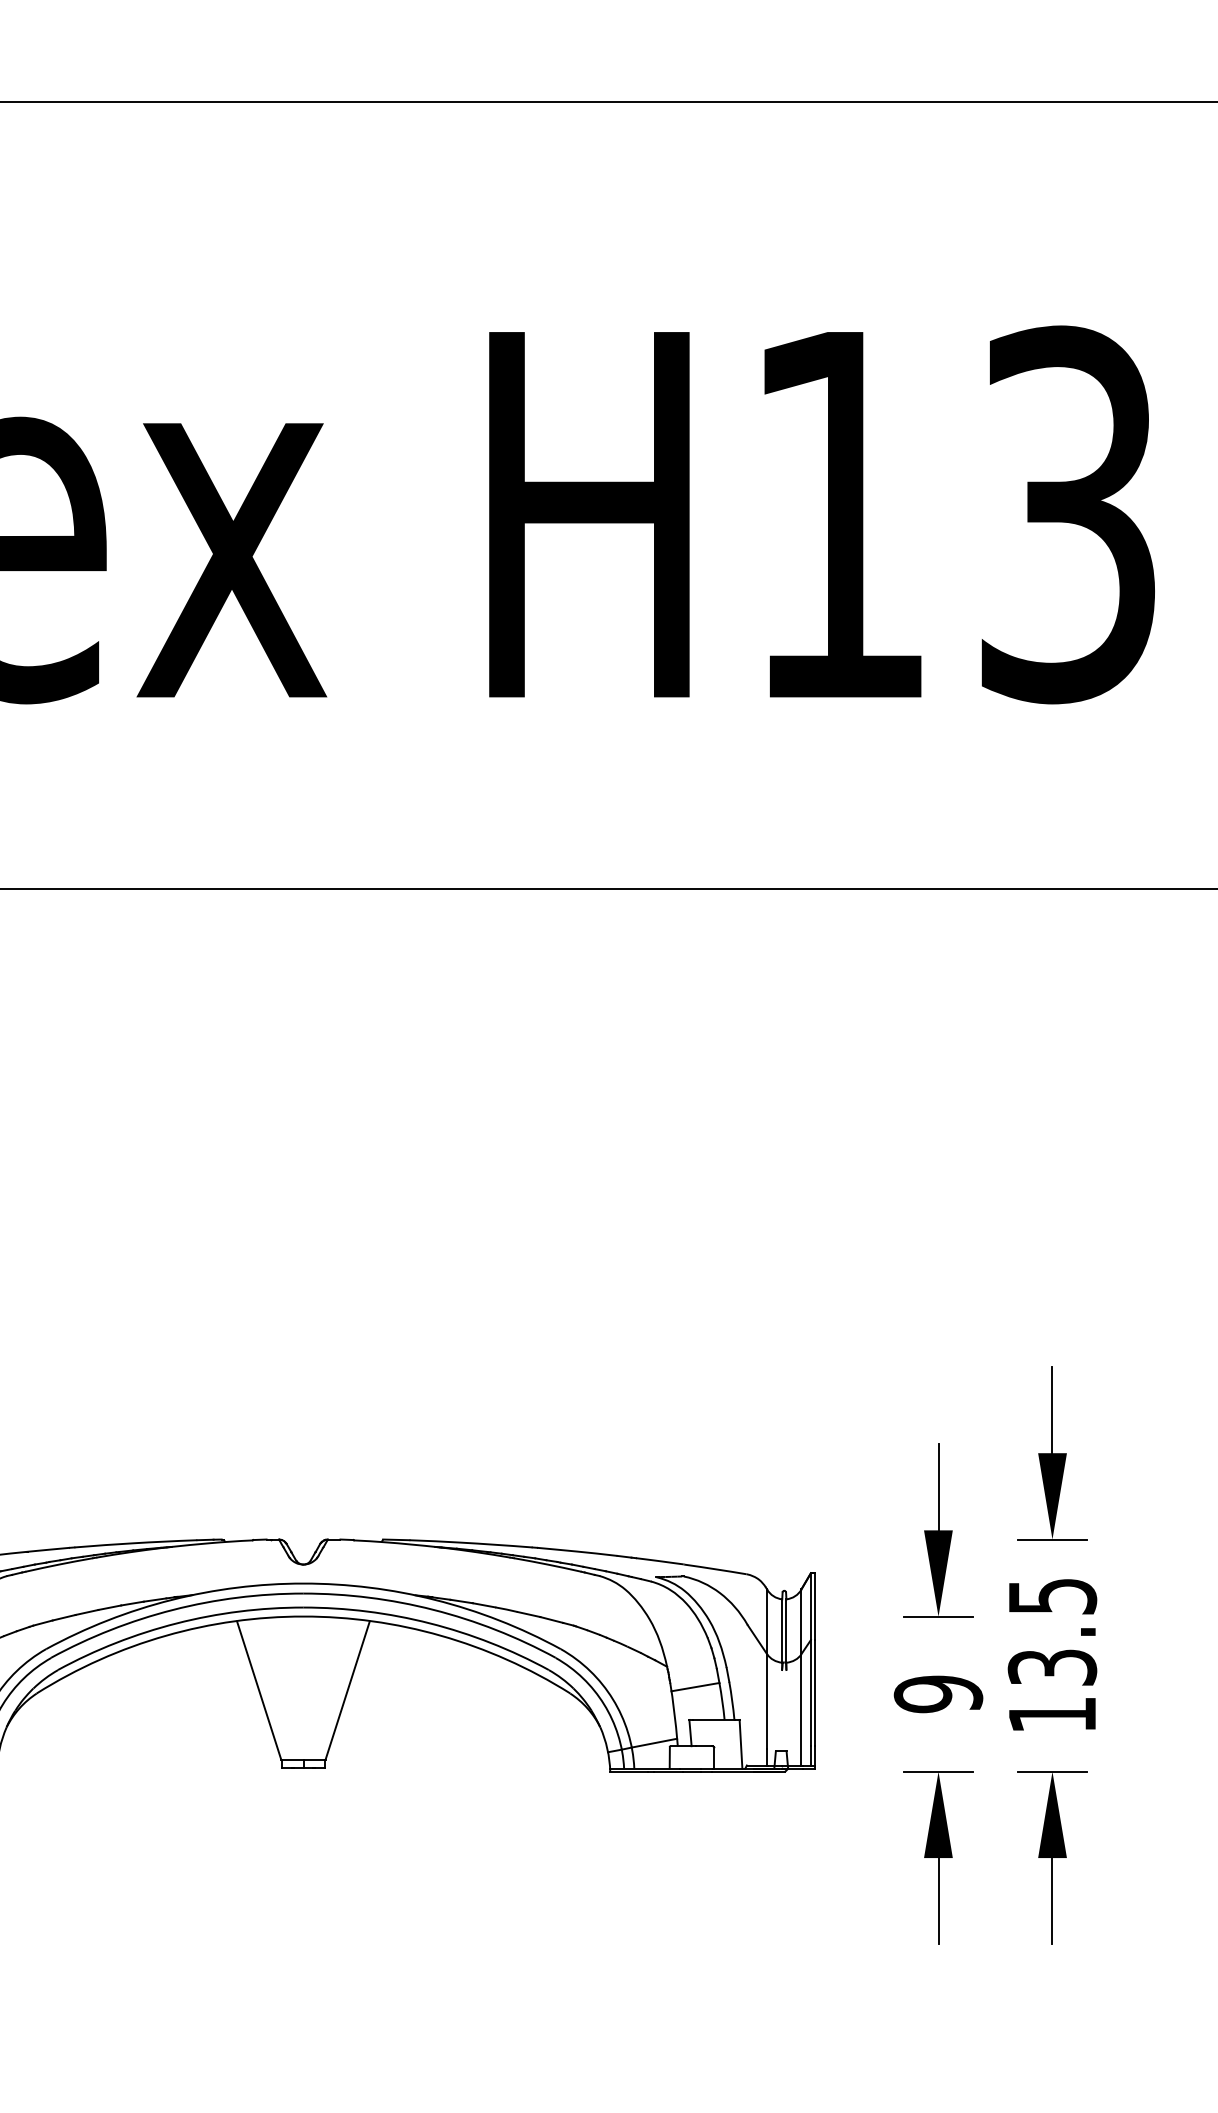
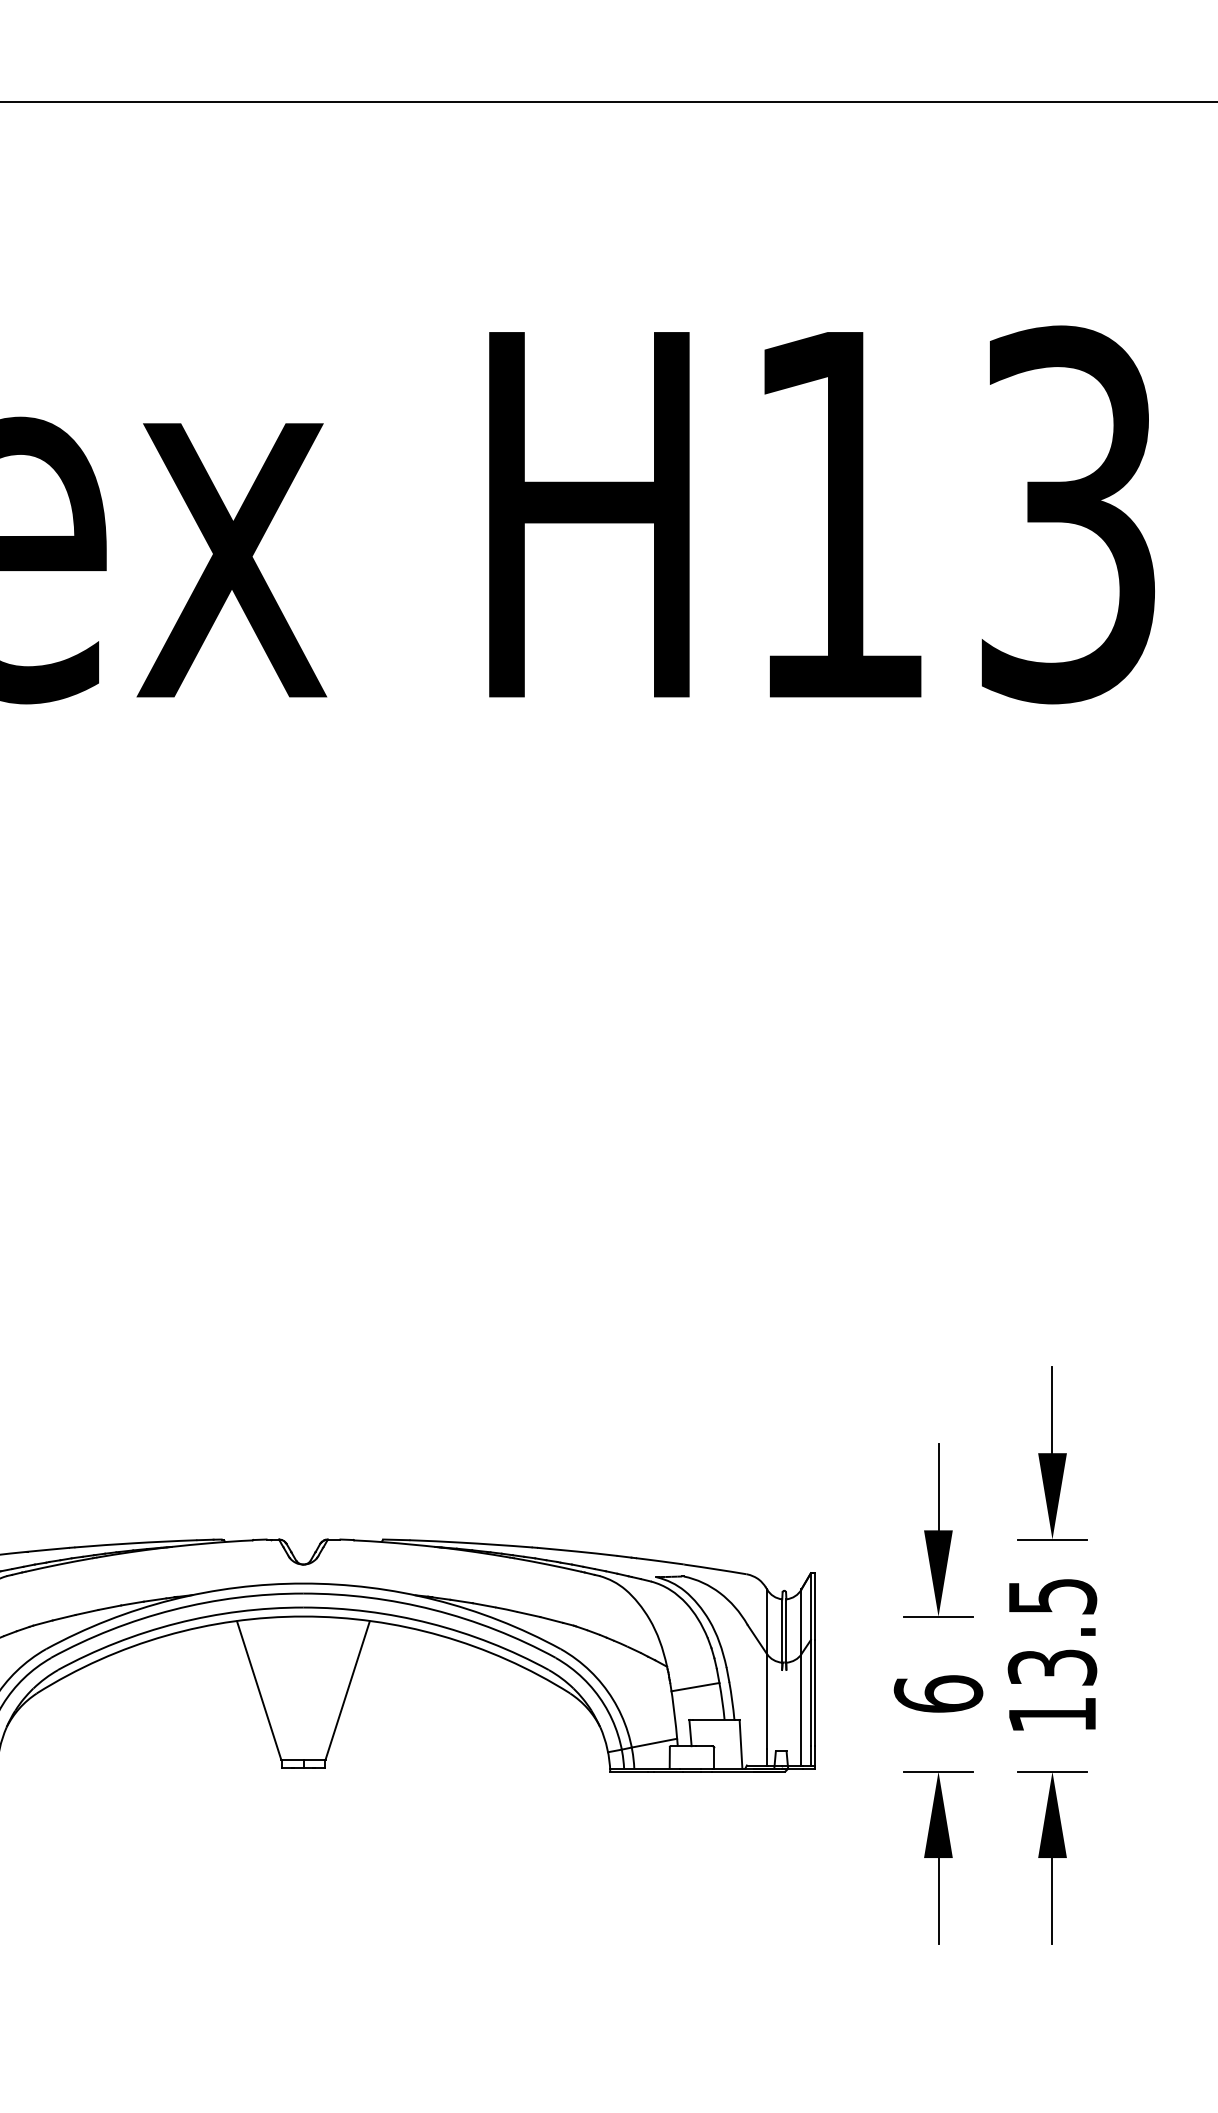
line at (608, 889): present -> none
text at (938, 1694): 9 -> 6
